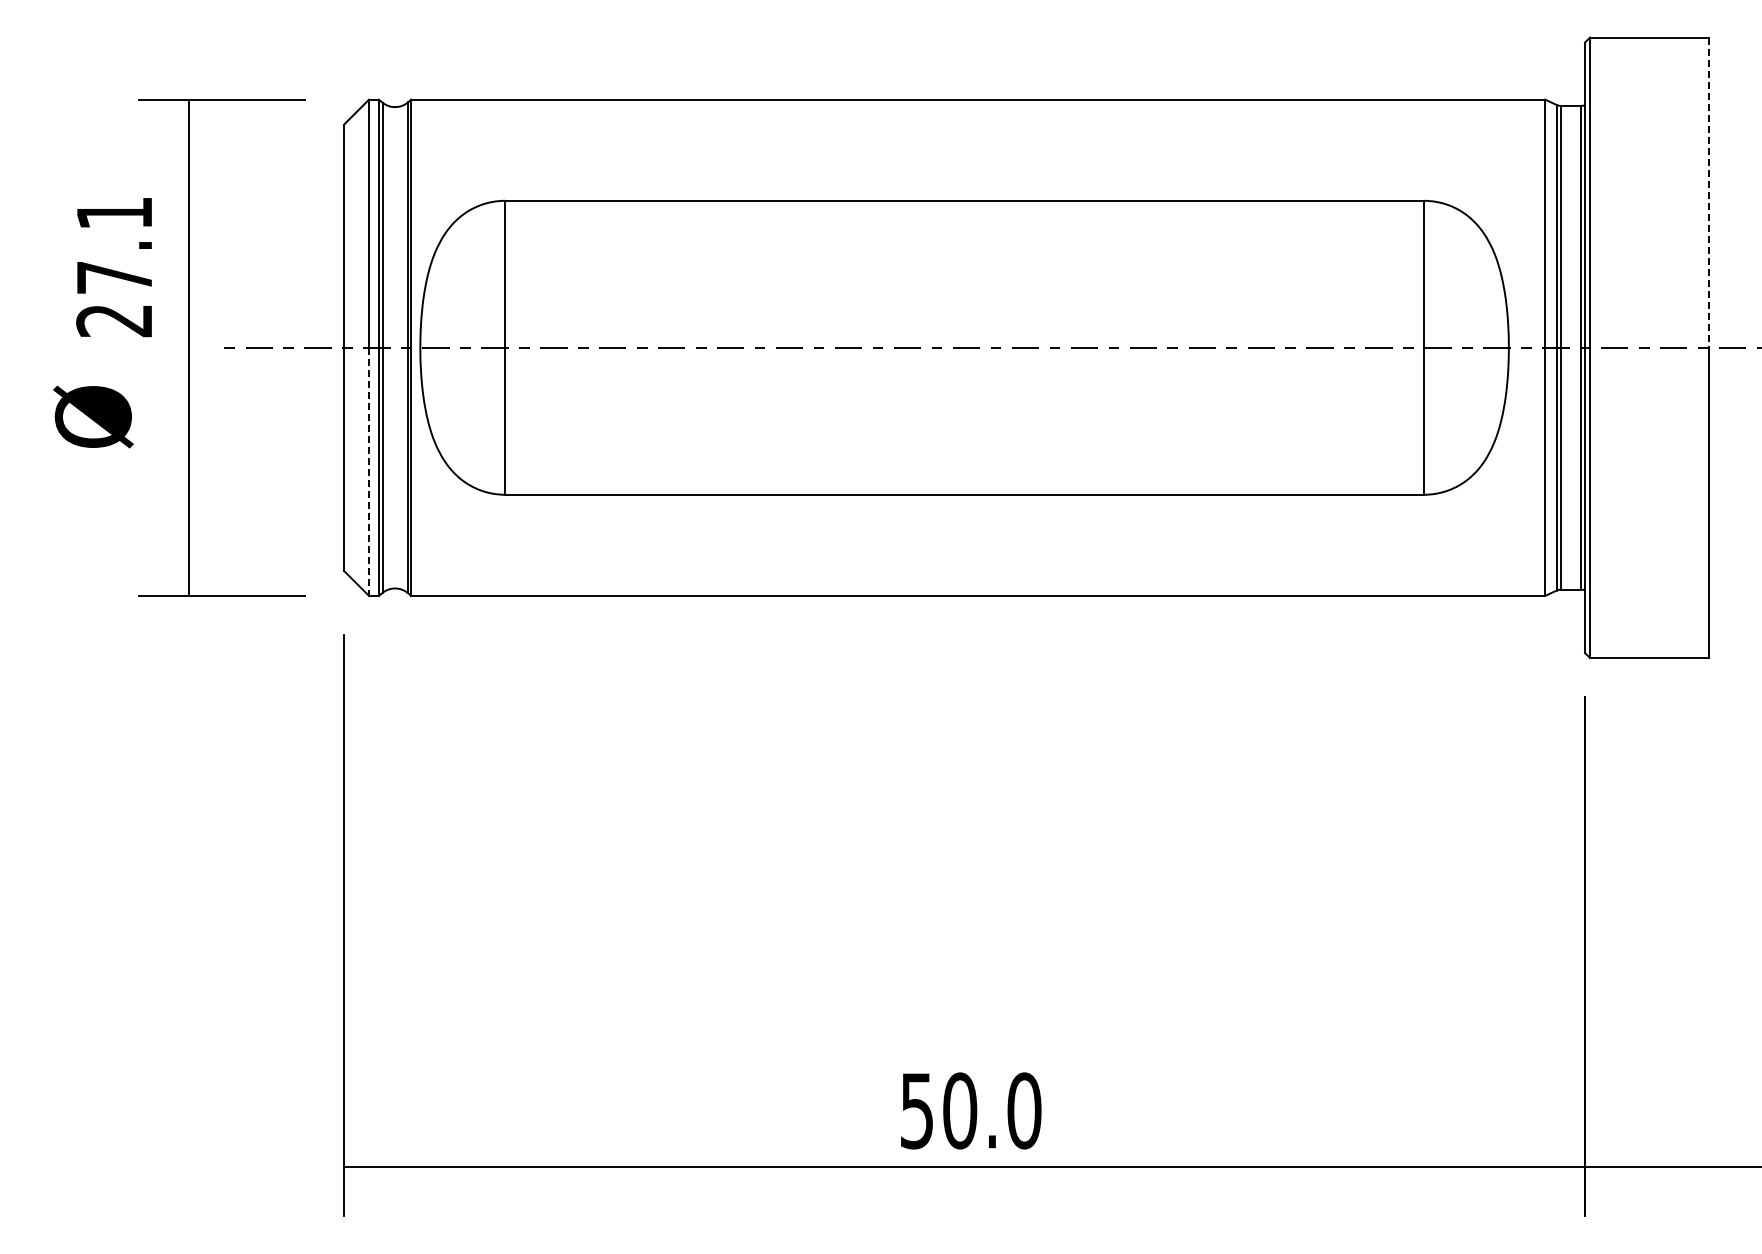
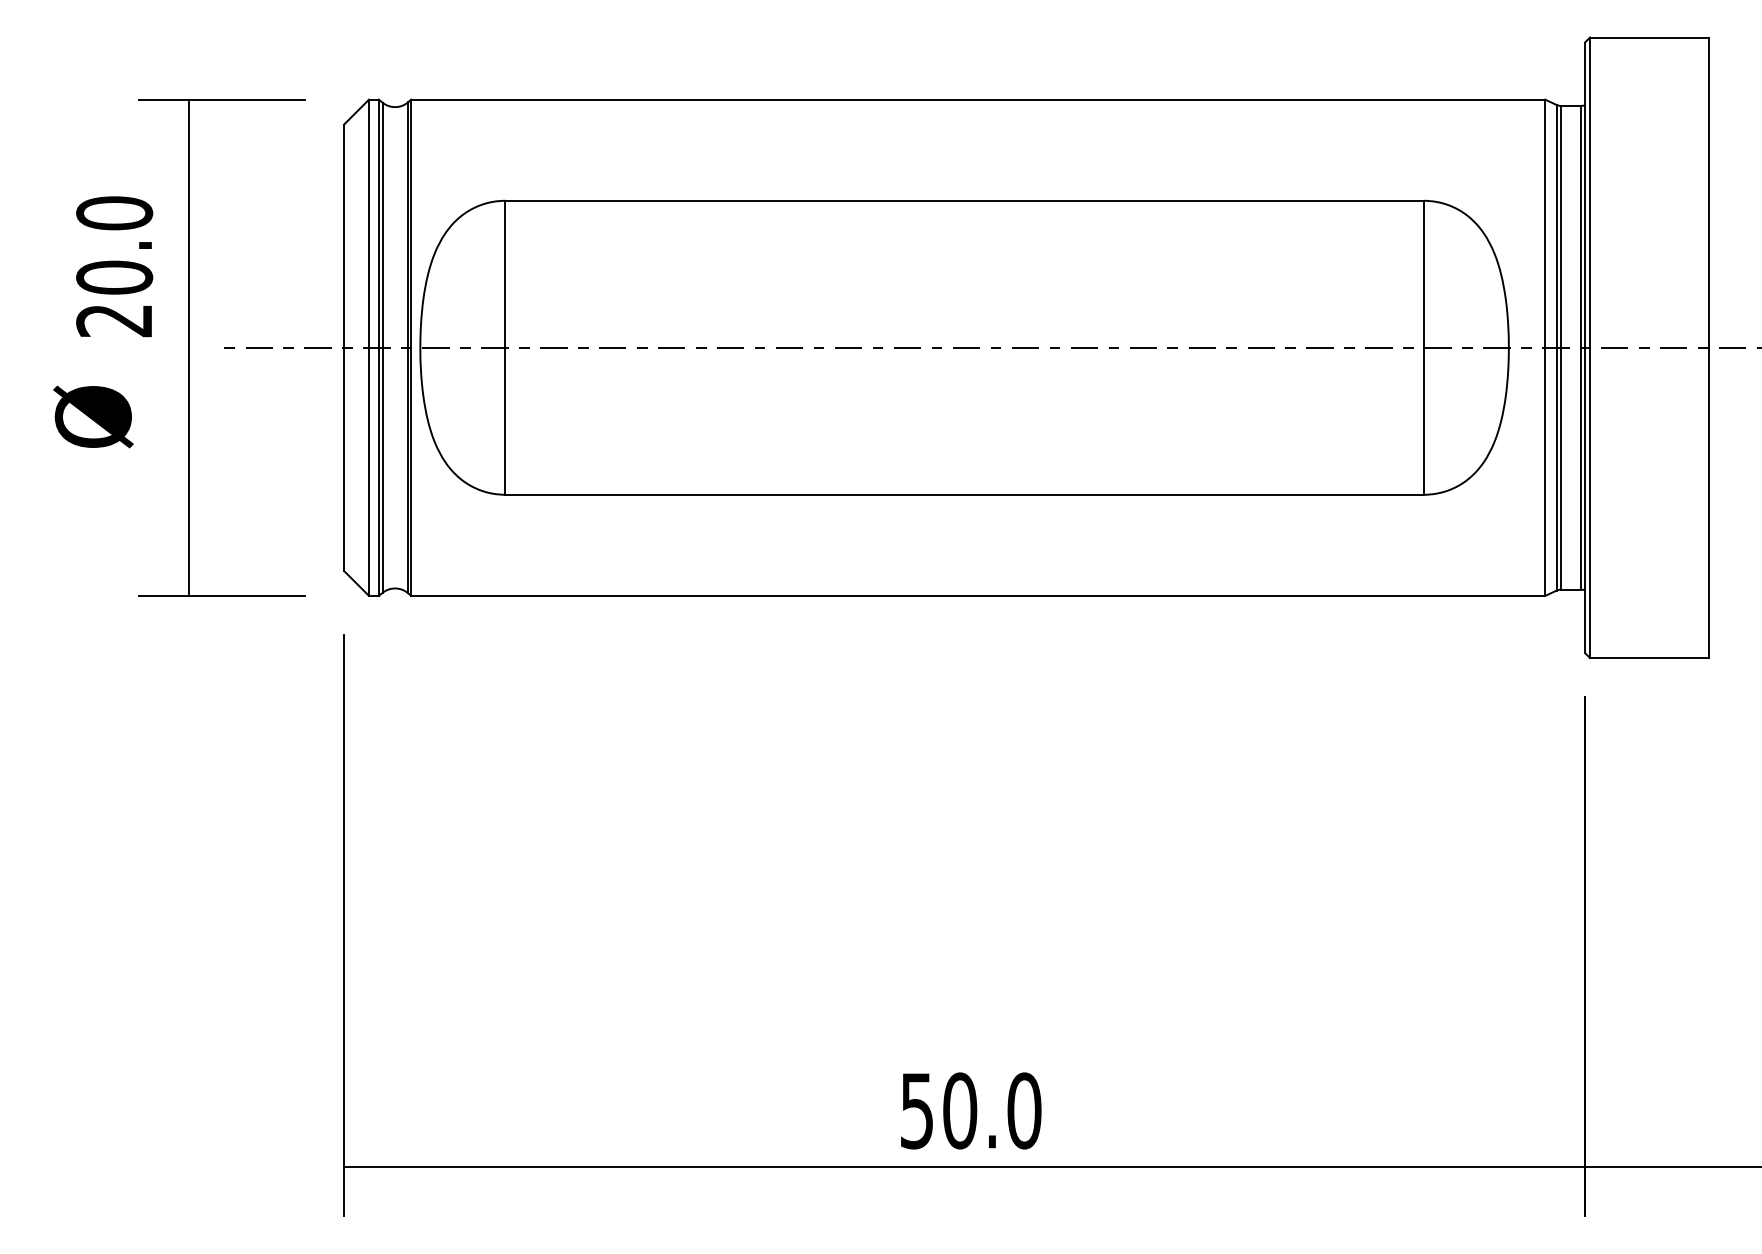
line at (1709, 193): dashed -> solid
text at (114, 245): 27.1 -> 20.0
line at (368, 472): dashed -> solid
